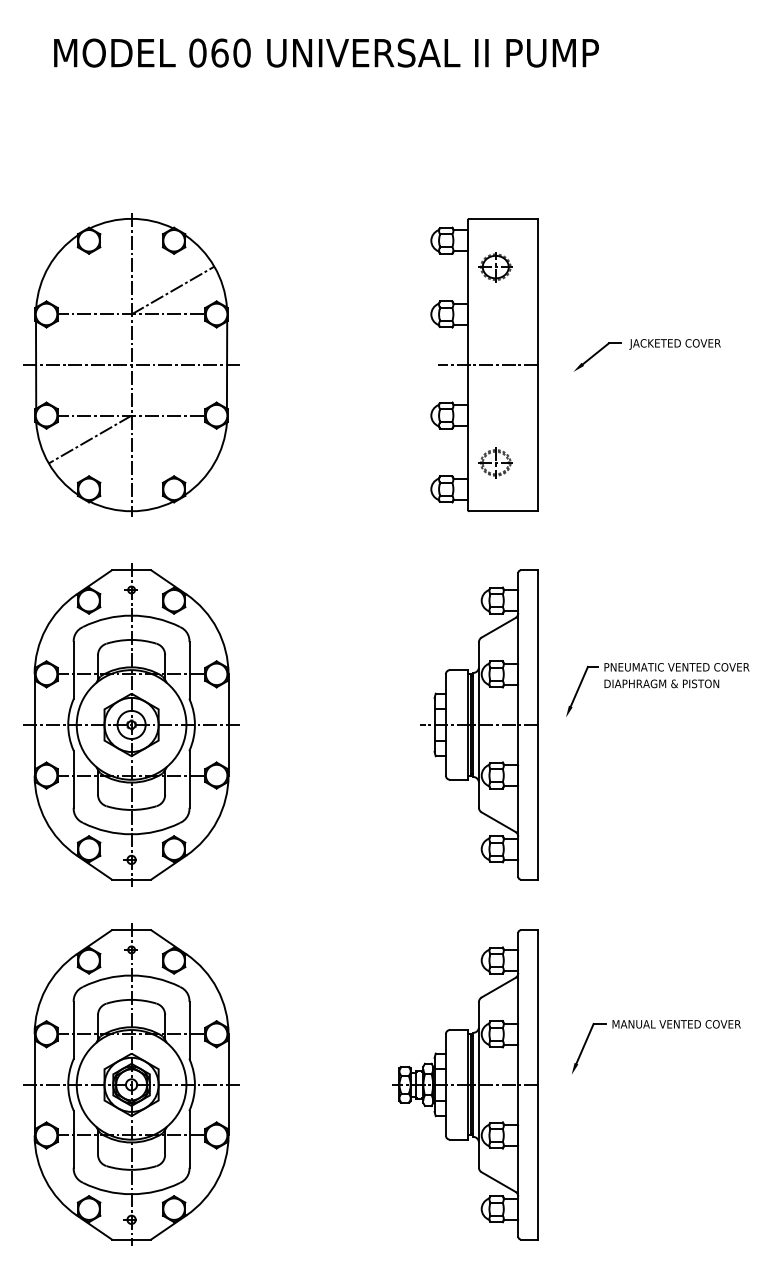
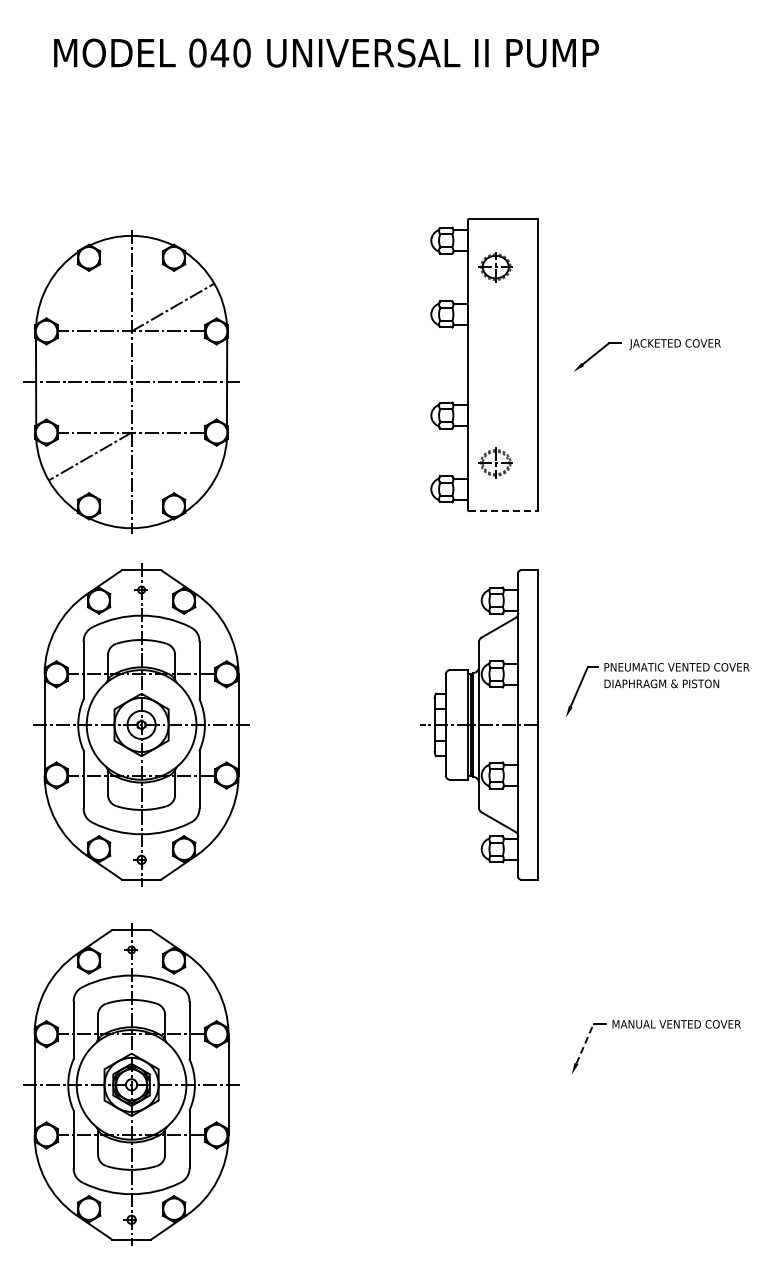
text at (219, 52): 060 -> 040
part at (131, 364) position: (131, 364) -> (131, 381)
line at (488, 365): present -> none
line at (504, 511): solid -> dashed
part at (131, 724) position: (131, 724) -> (141, 724)
line at (585, 1043): solid -> dashed
part at (465, 1084): present -> none
